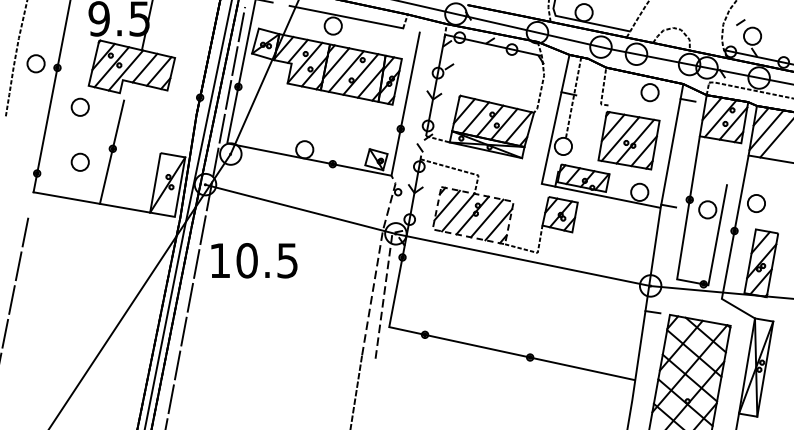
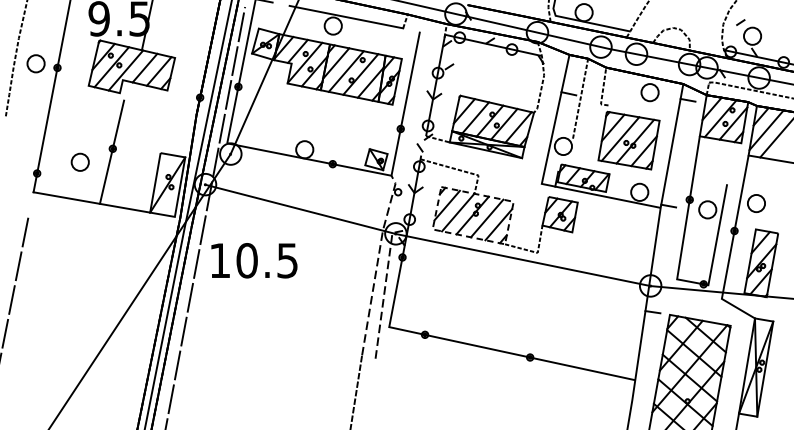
line at (573, 97) position: (573, 97) -> (580, 98)
part at (79, 106): present -> none
